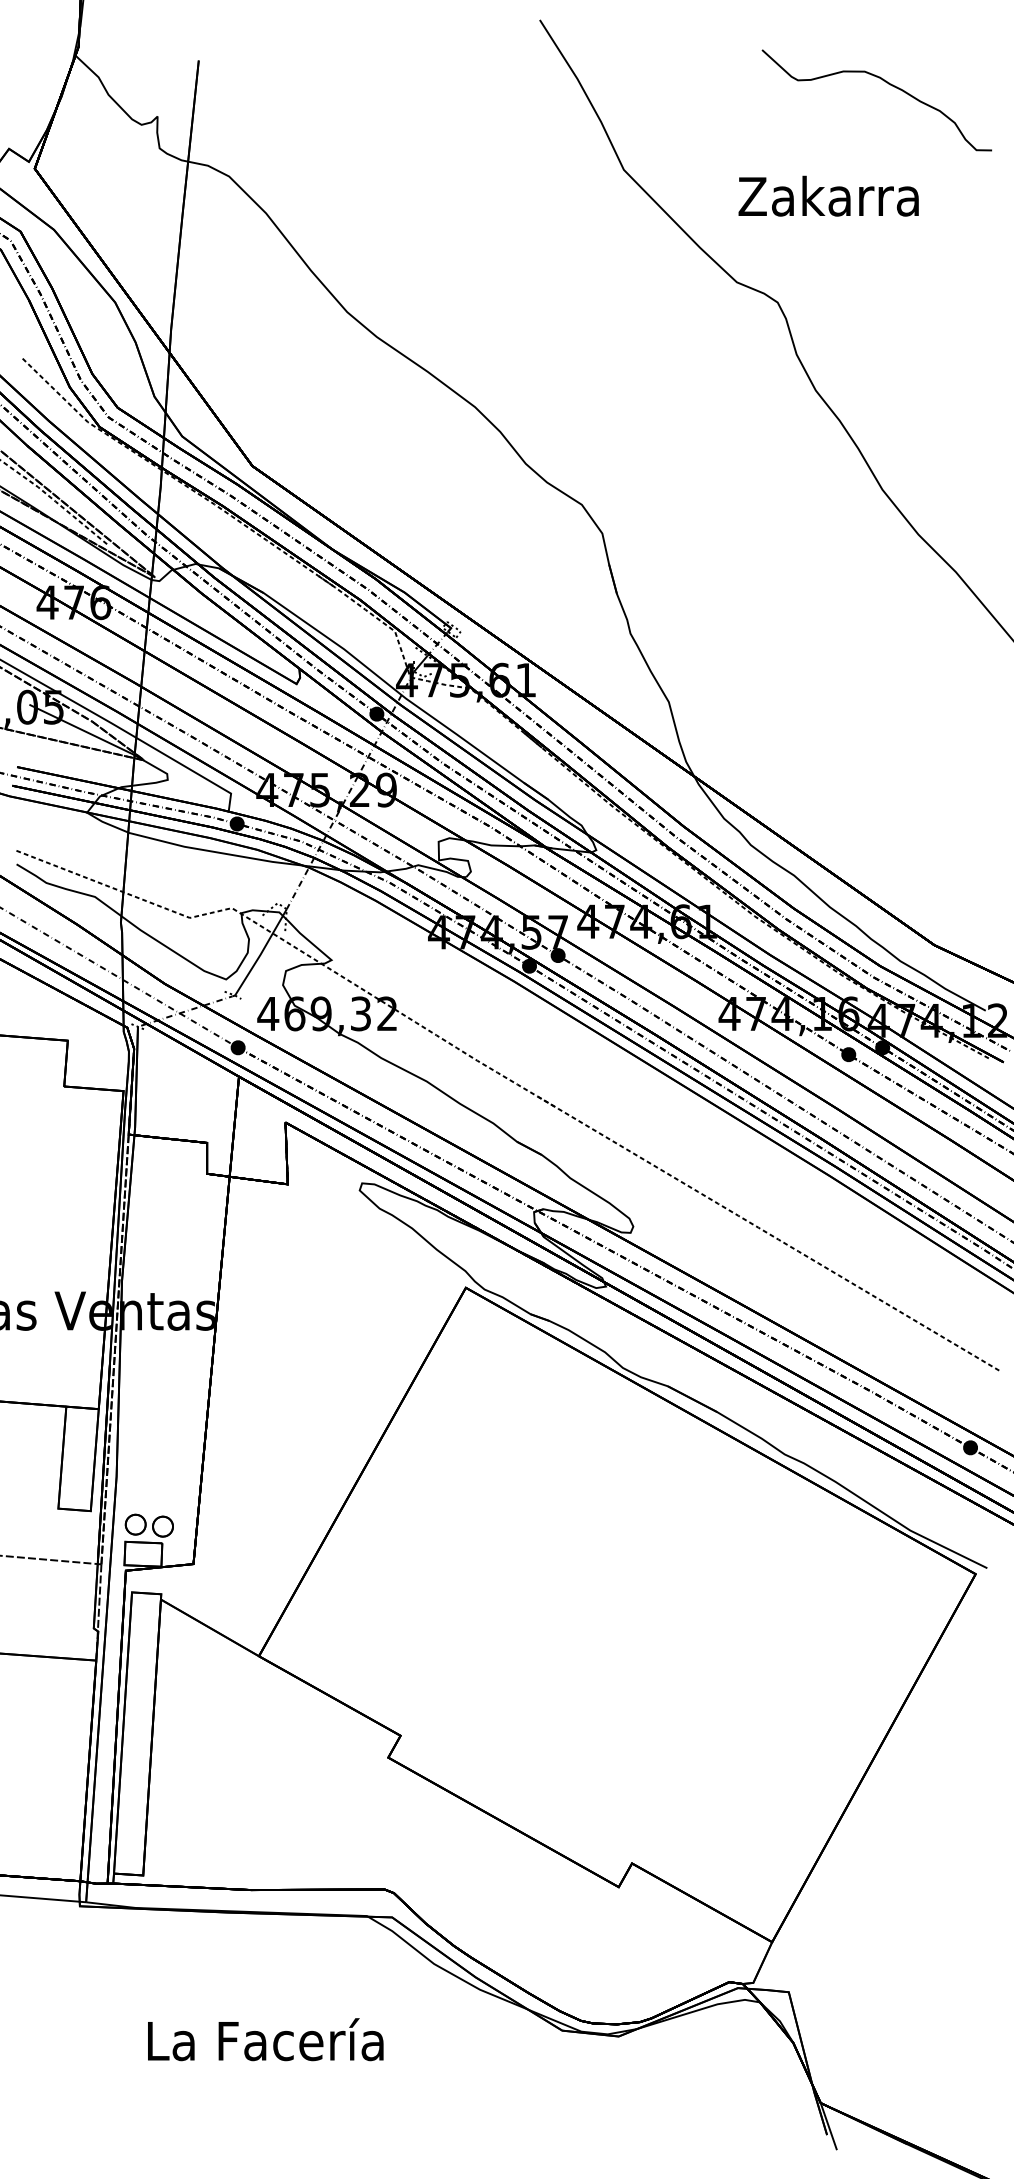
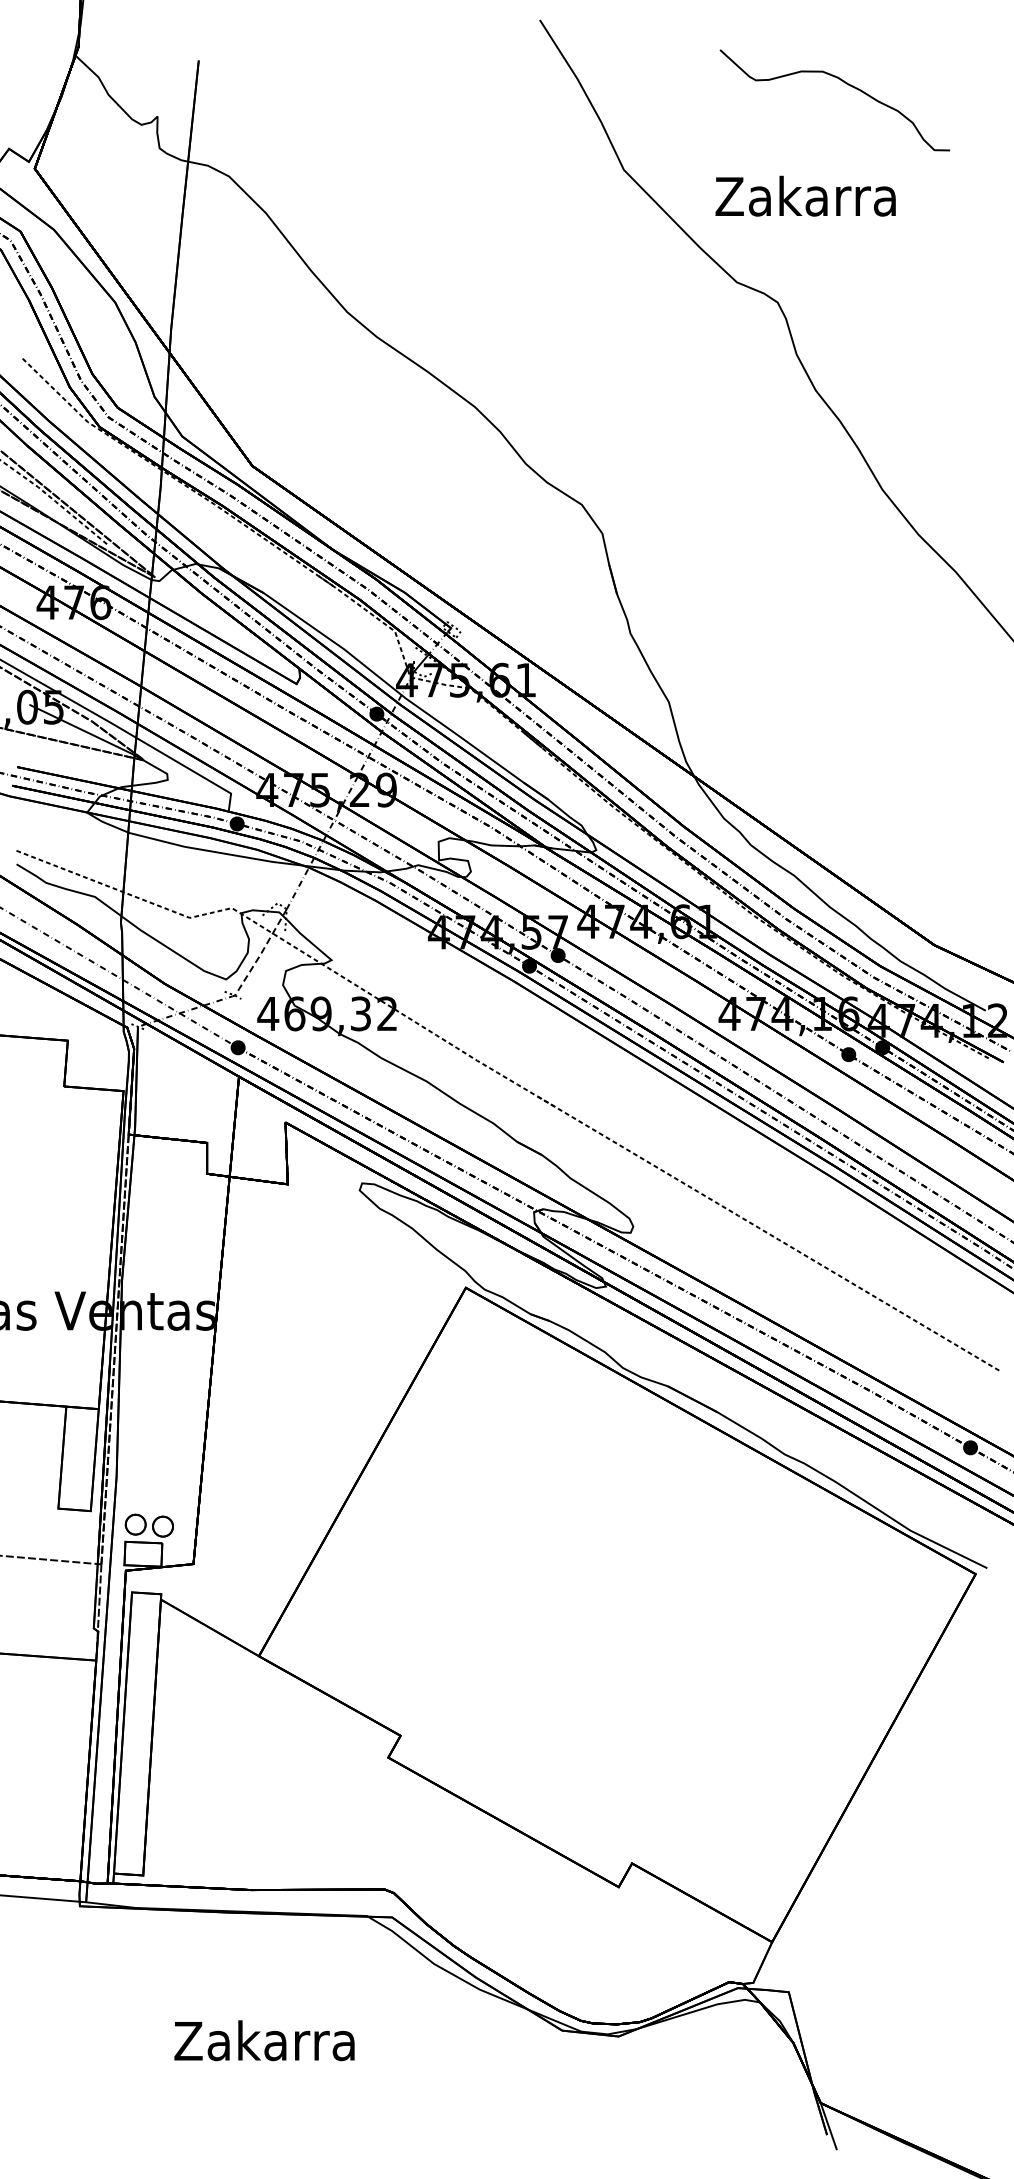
curve at (888, 84) position: (888, 84) -> (846, 84)
text at (828, 195) position: (828, 195) -> (805, 195)
line at (261, 953): solid -> dashed
text at (265, 2039): La Facería -> Zakarra
